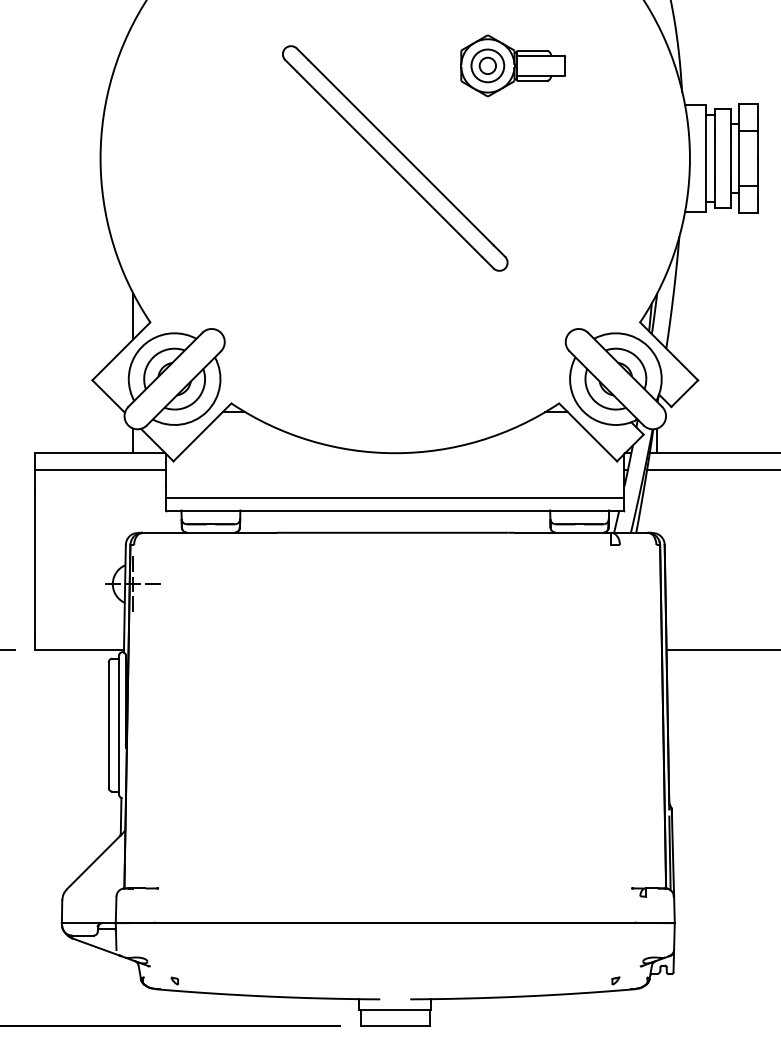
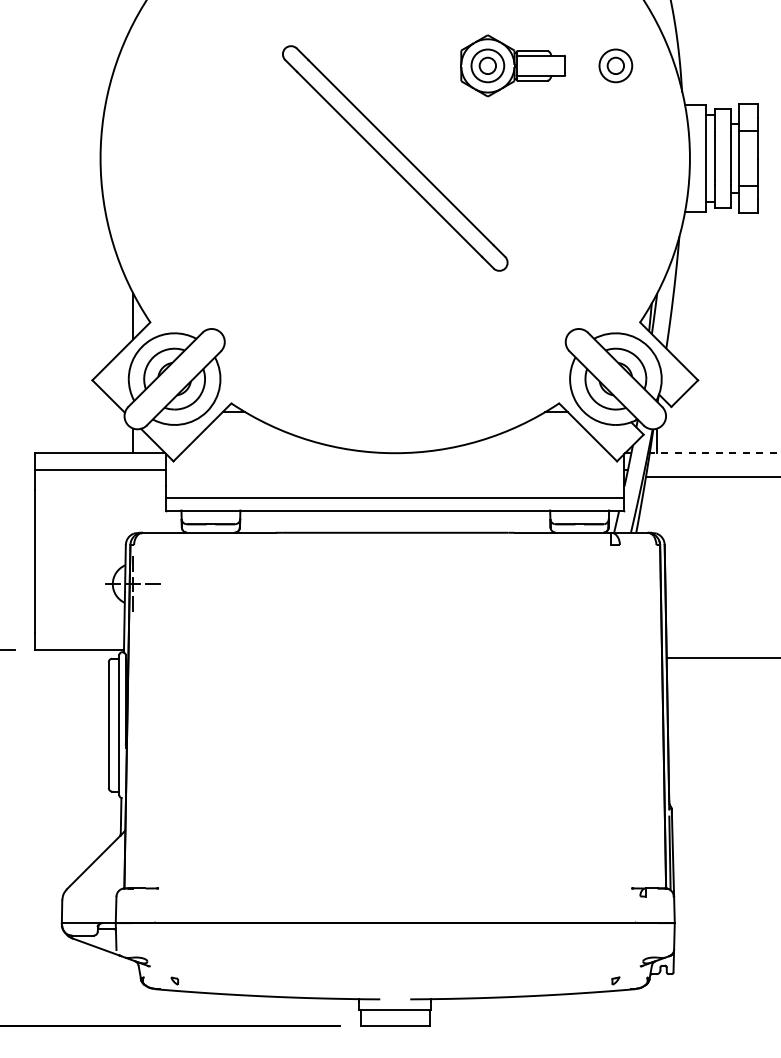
part at (615, 65): none -> present
line at (714, 453): solid -> dashed
line at (712, 469) position: (712, 469) -> (712, 476)
line at (721, 649) position: (721, 649) -> (721, 657)
